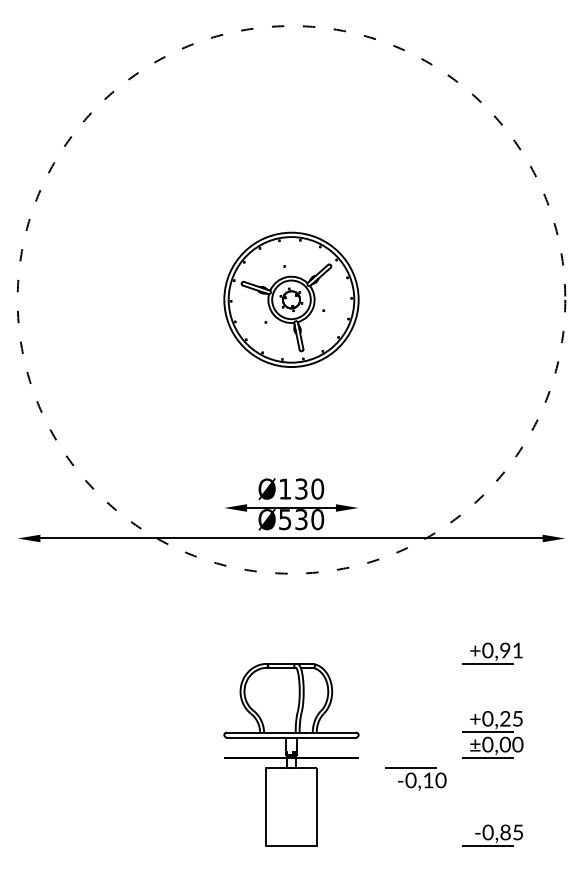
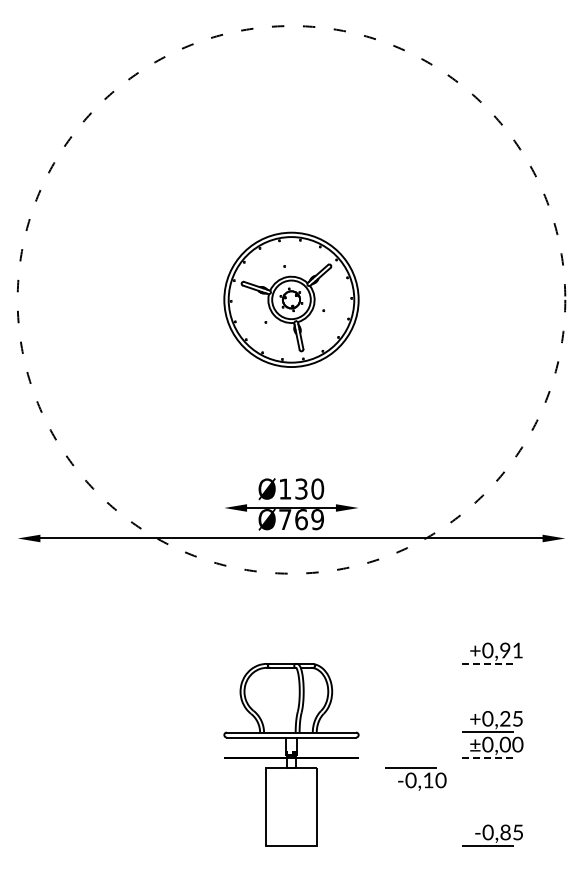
text at (301, 519): Ø530 -> Ø769
line at (487, 663): solid -> dashed
line at (487, 758): solid -> dashed
